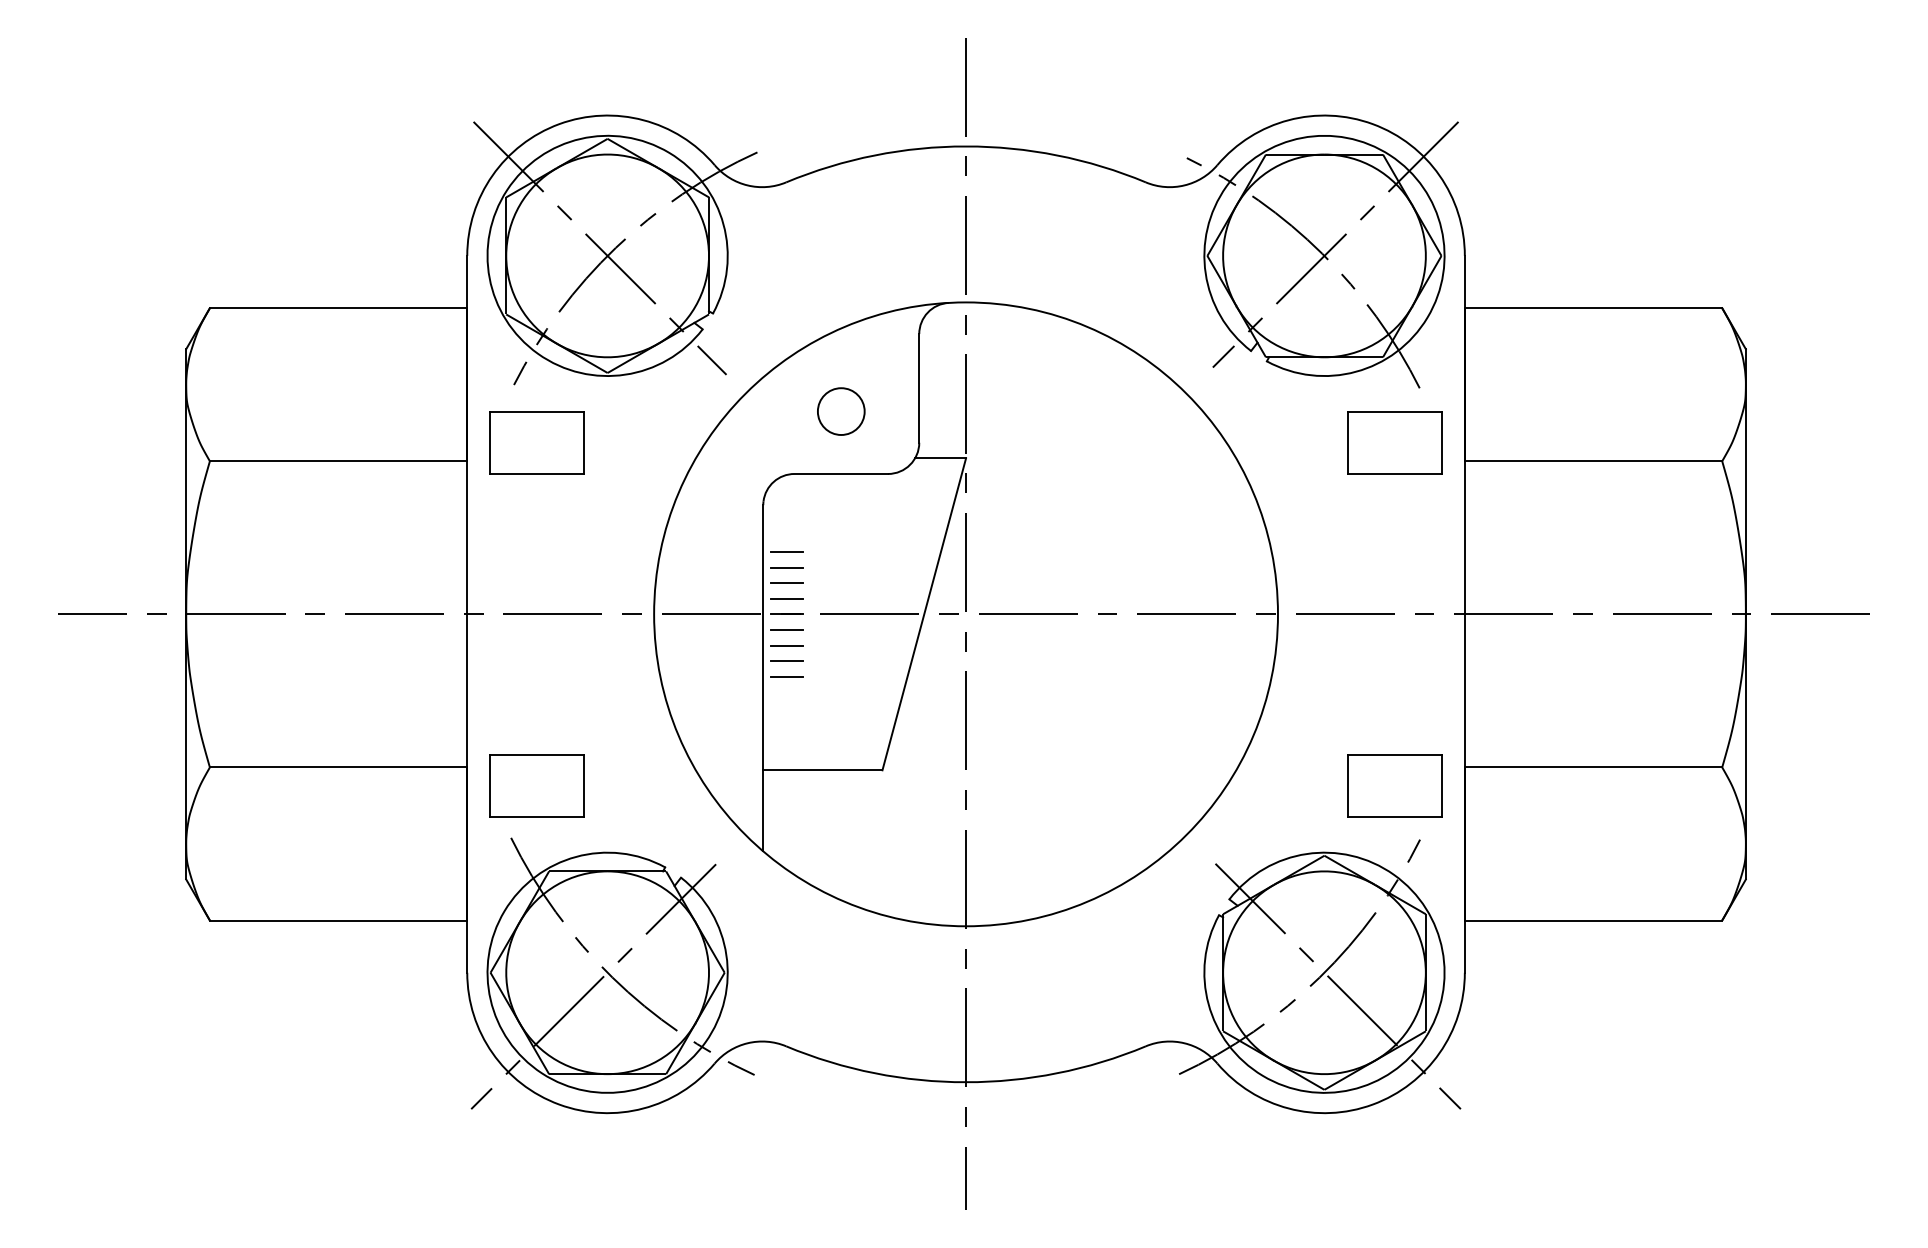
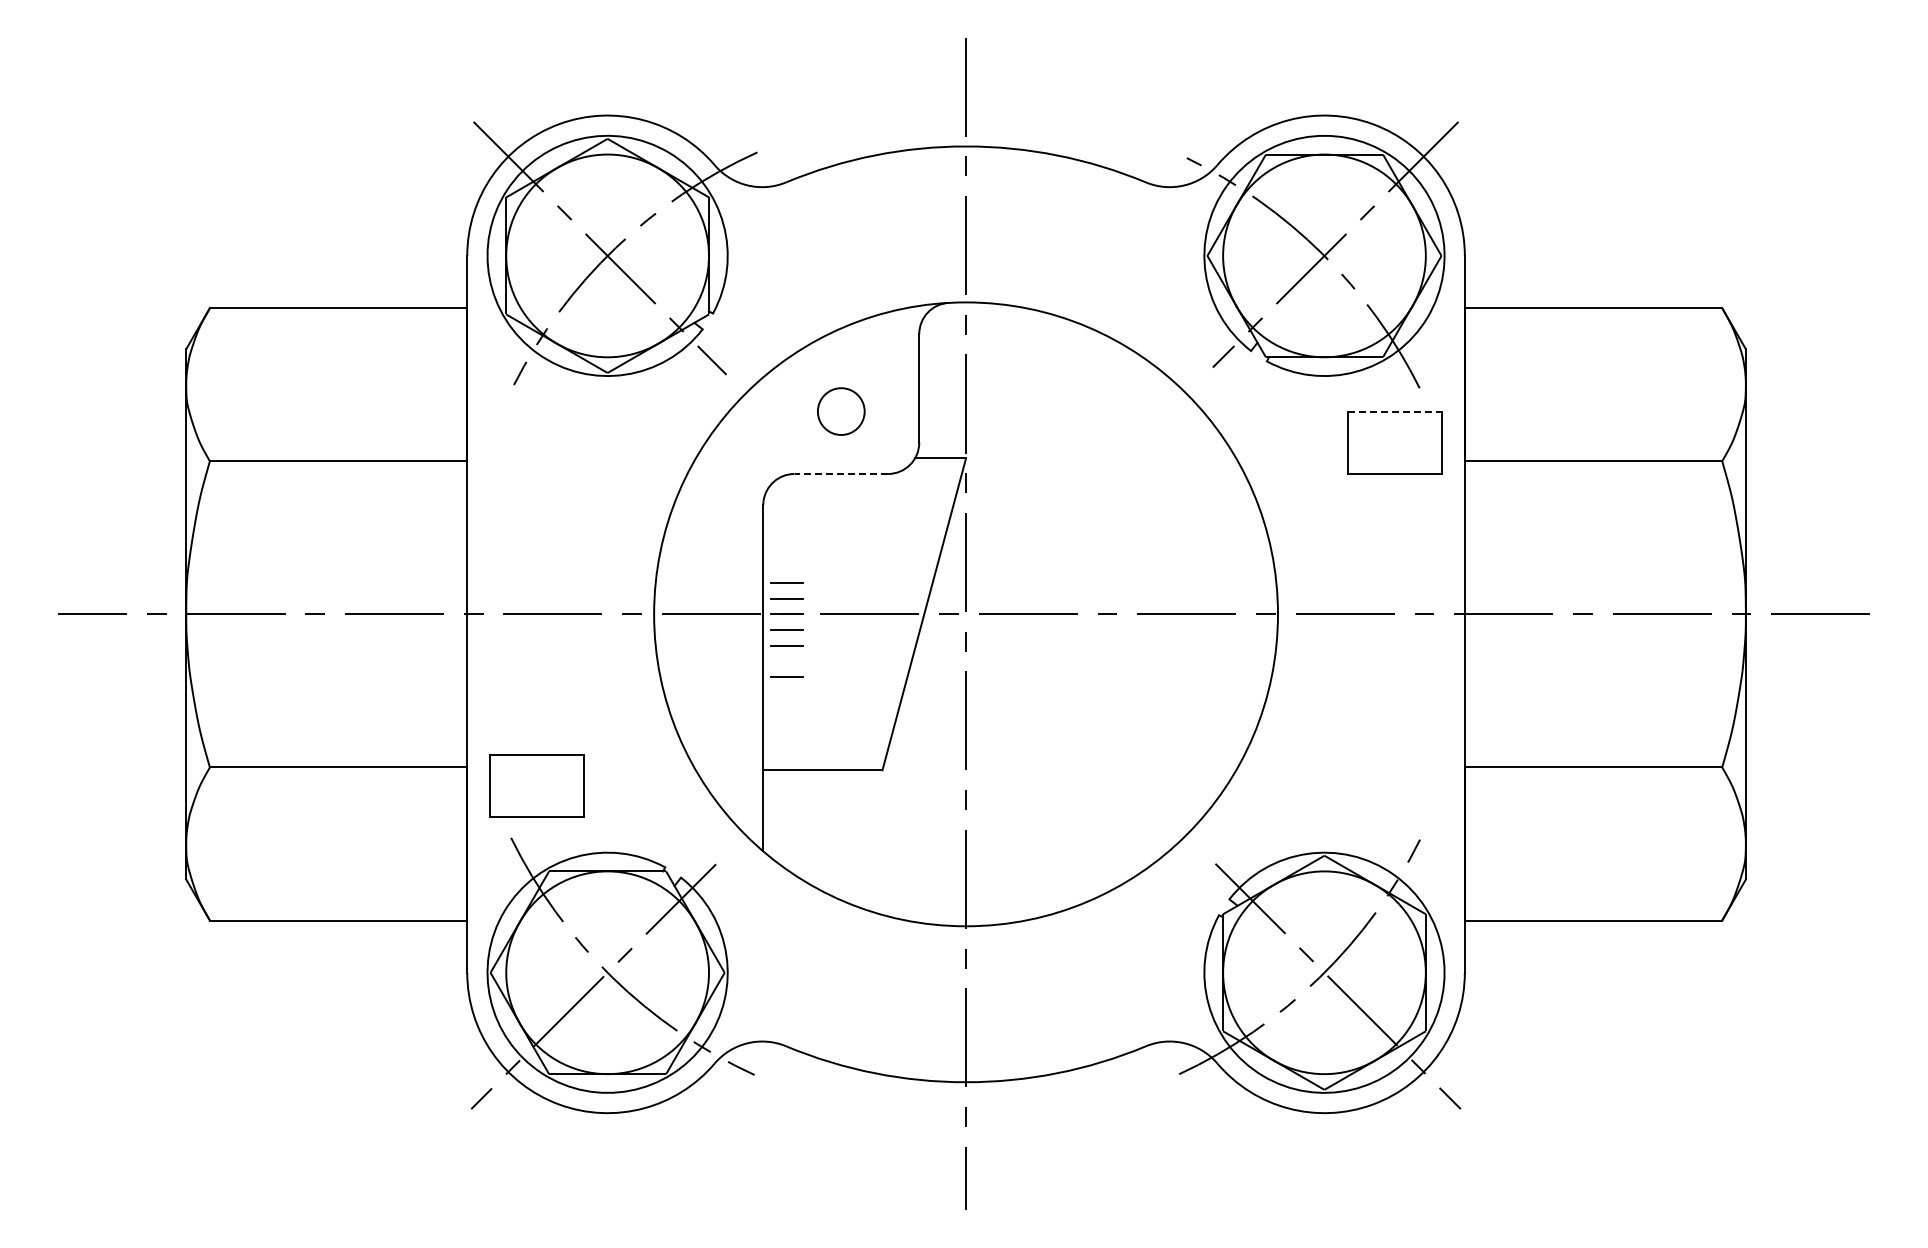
line at (1394, 411): solid -> dashed
part at (536, 442): present -> none
line at (841, 473): solid -> dashed
line at (786, 551): present -> none
line at (786, 567): present -> none
line at (786, 661): present -> none
part at (1394, 785): present -> none
